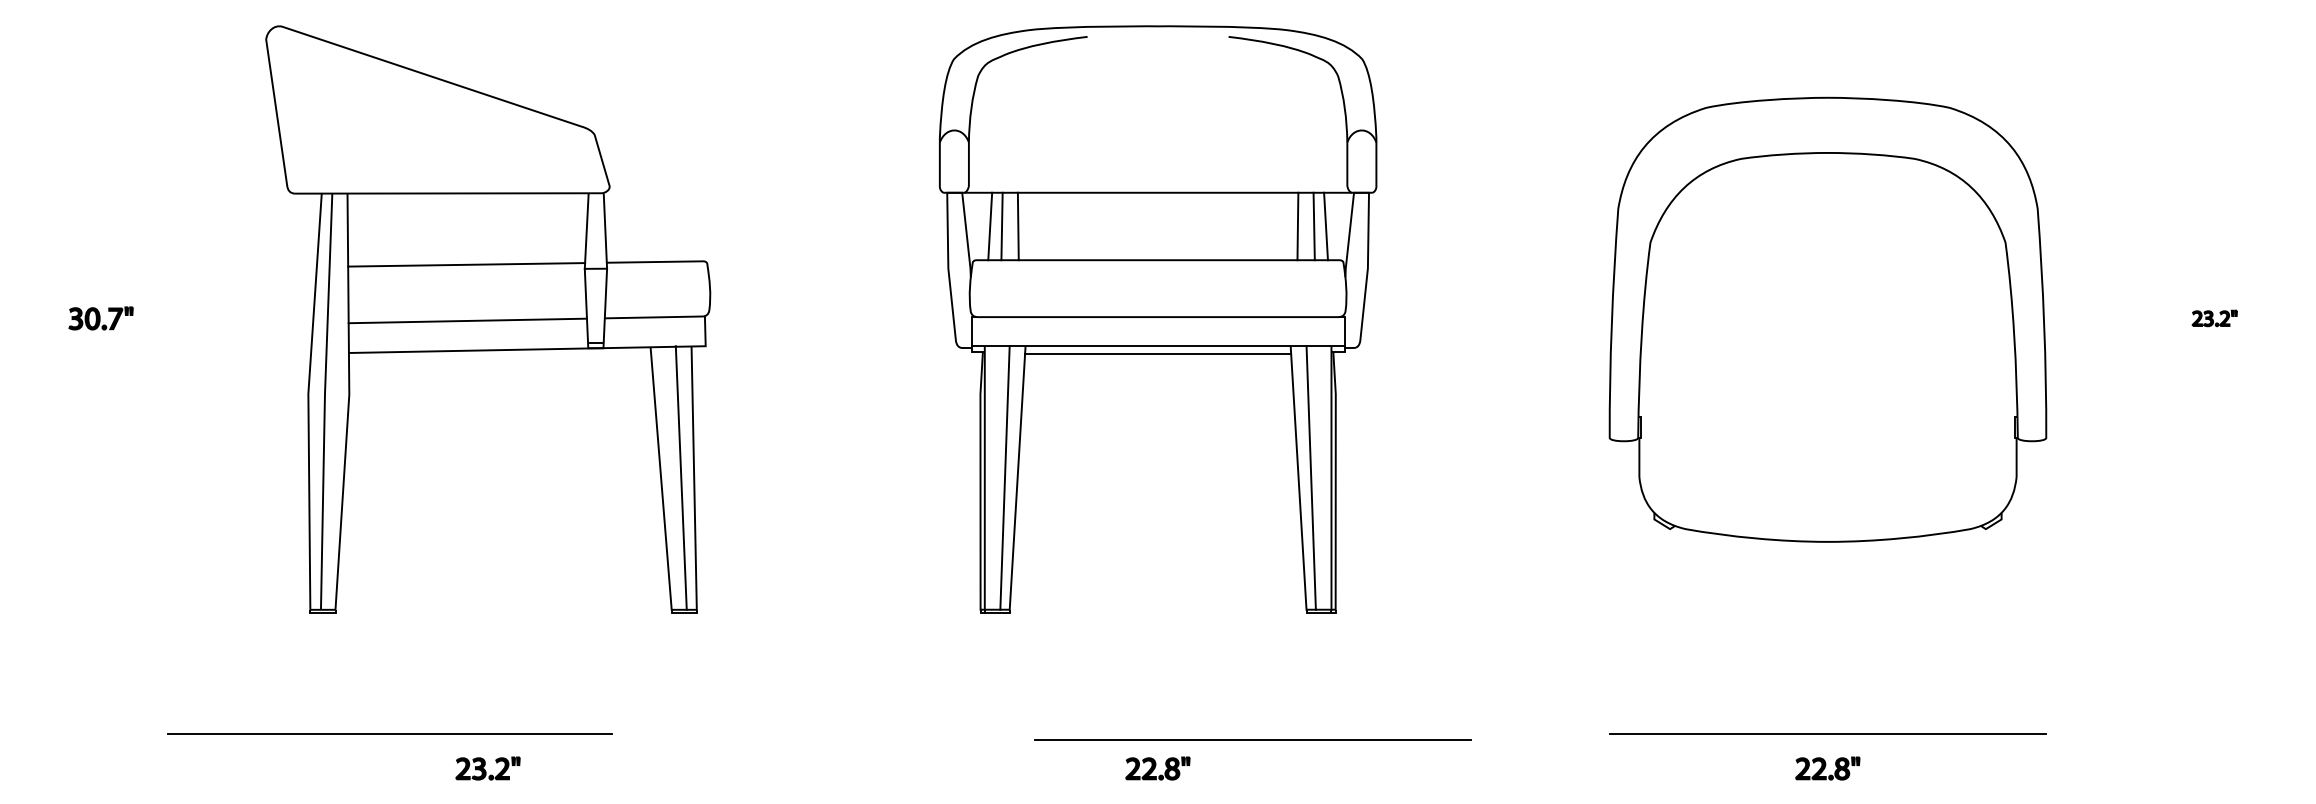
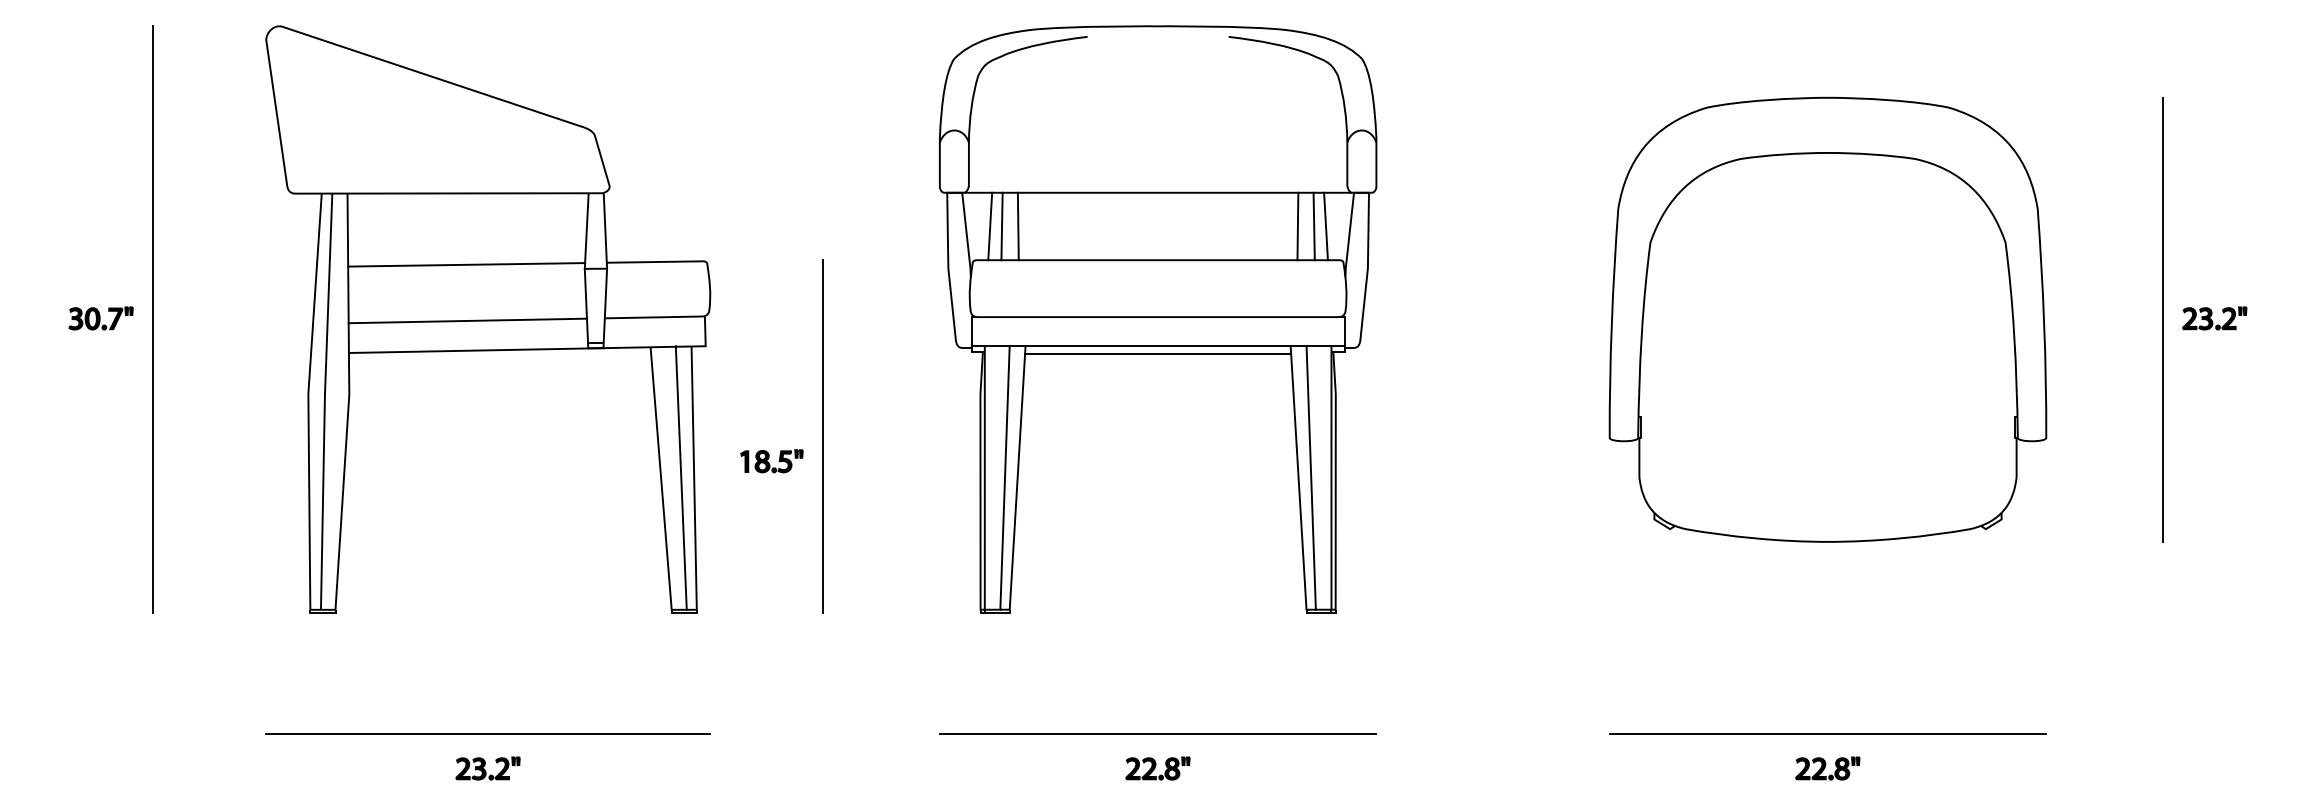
part at (2214, 318) size: 47x19 px -> 66x25 px
line at (153, 319): none -> present
line at (2162, 319): none -> present
line at (823, 436): none -> present
part at (771, 461): none -> present
line at (389, 733) position: (389, 733) -> (487, 733)
line at (1252, 739) position: (1252, 739) -> (1157, 733)
